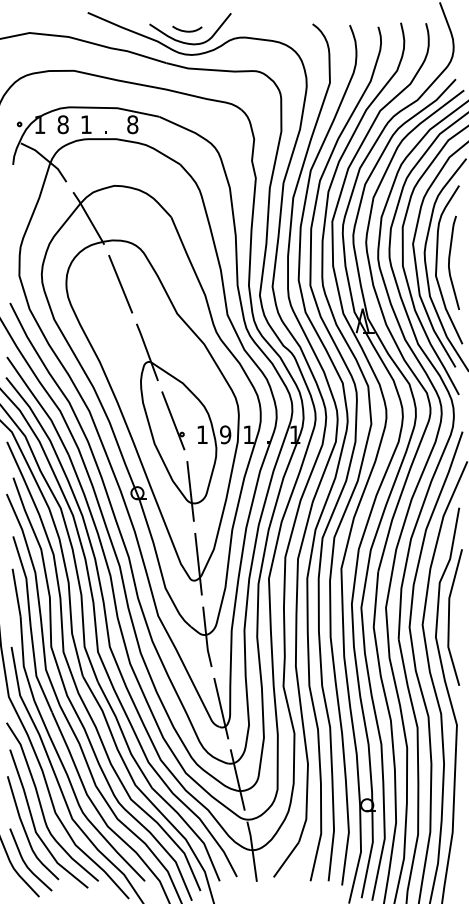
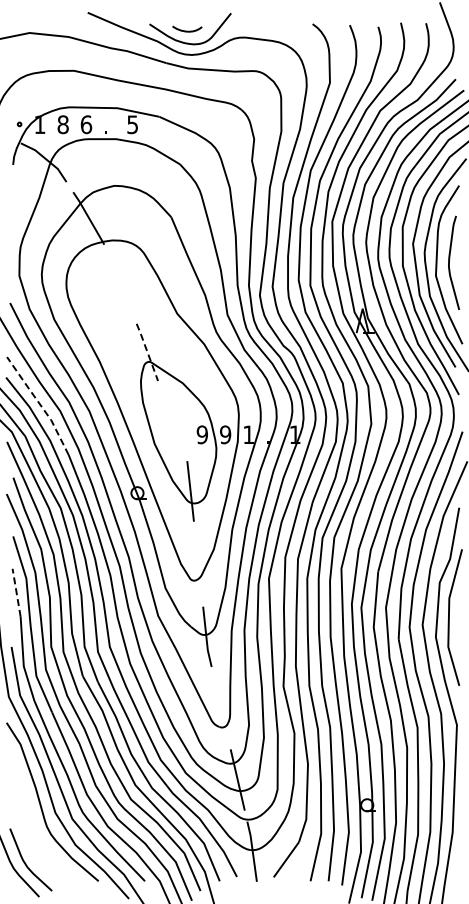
text at (86, 124): 1 -> 6
text at (132, 124): 8 -> 5
line at (120, 283): present -> none
line at (147, 352): solid -> dashed
line at (39, 404): solid -> dashed
part at (173, 420): present -> none
text at (201, 434): 1 -> 9
line at (198, 563): present -> none
line at (16, 592): solid -> dashed
line at (221, 708): present -> none
part at (34, 822): present -> none
